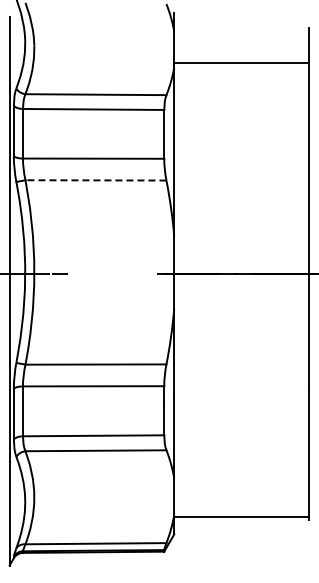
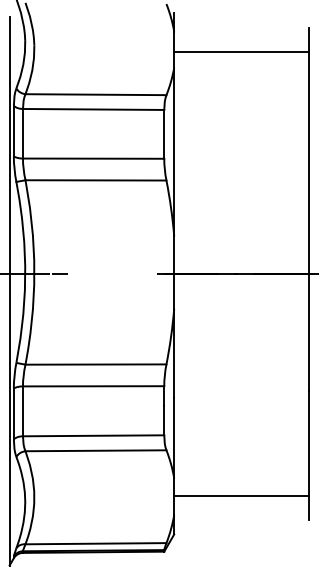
line at (241, 62) position: (241, 62) -> (241, 51)
line at (95, 180): dashed -> solid
line at (241, 517) position: (241, 517) -> (241, 496)
